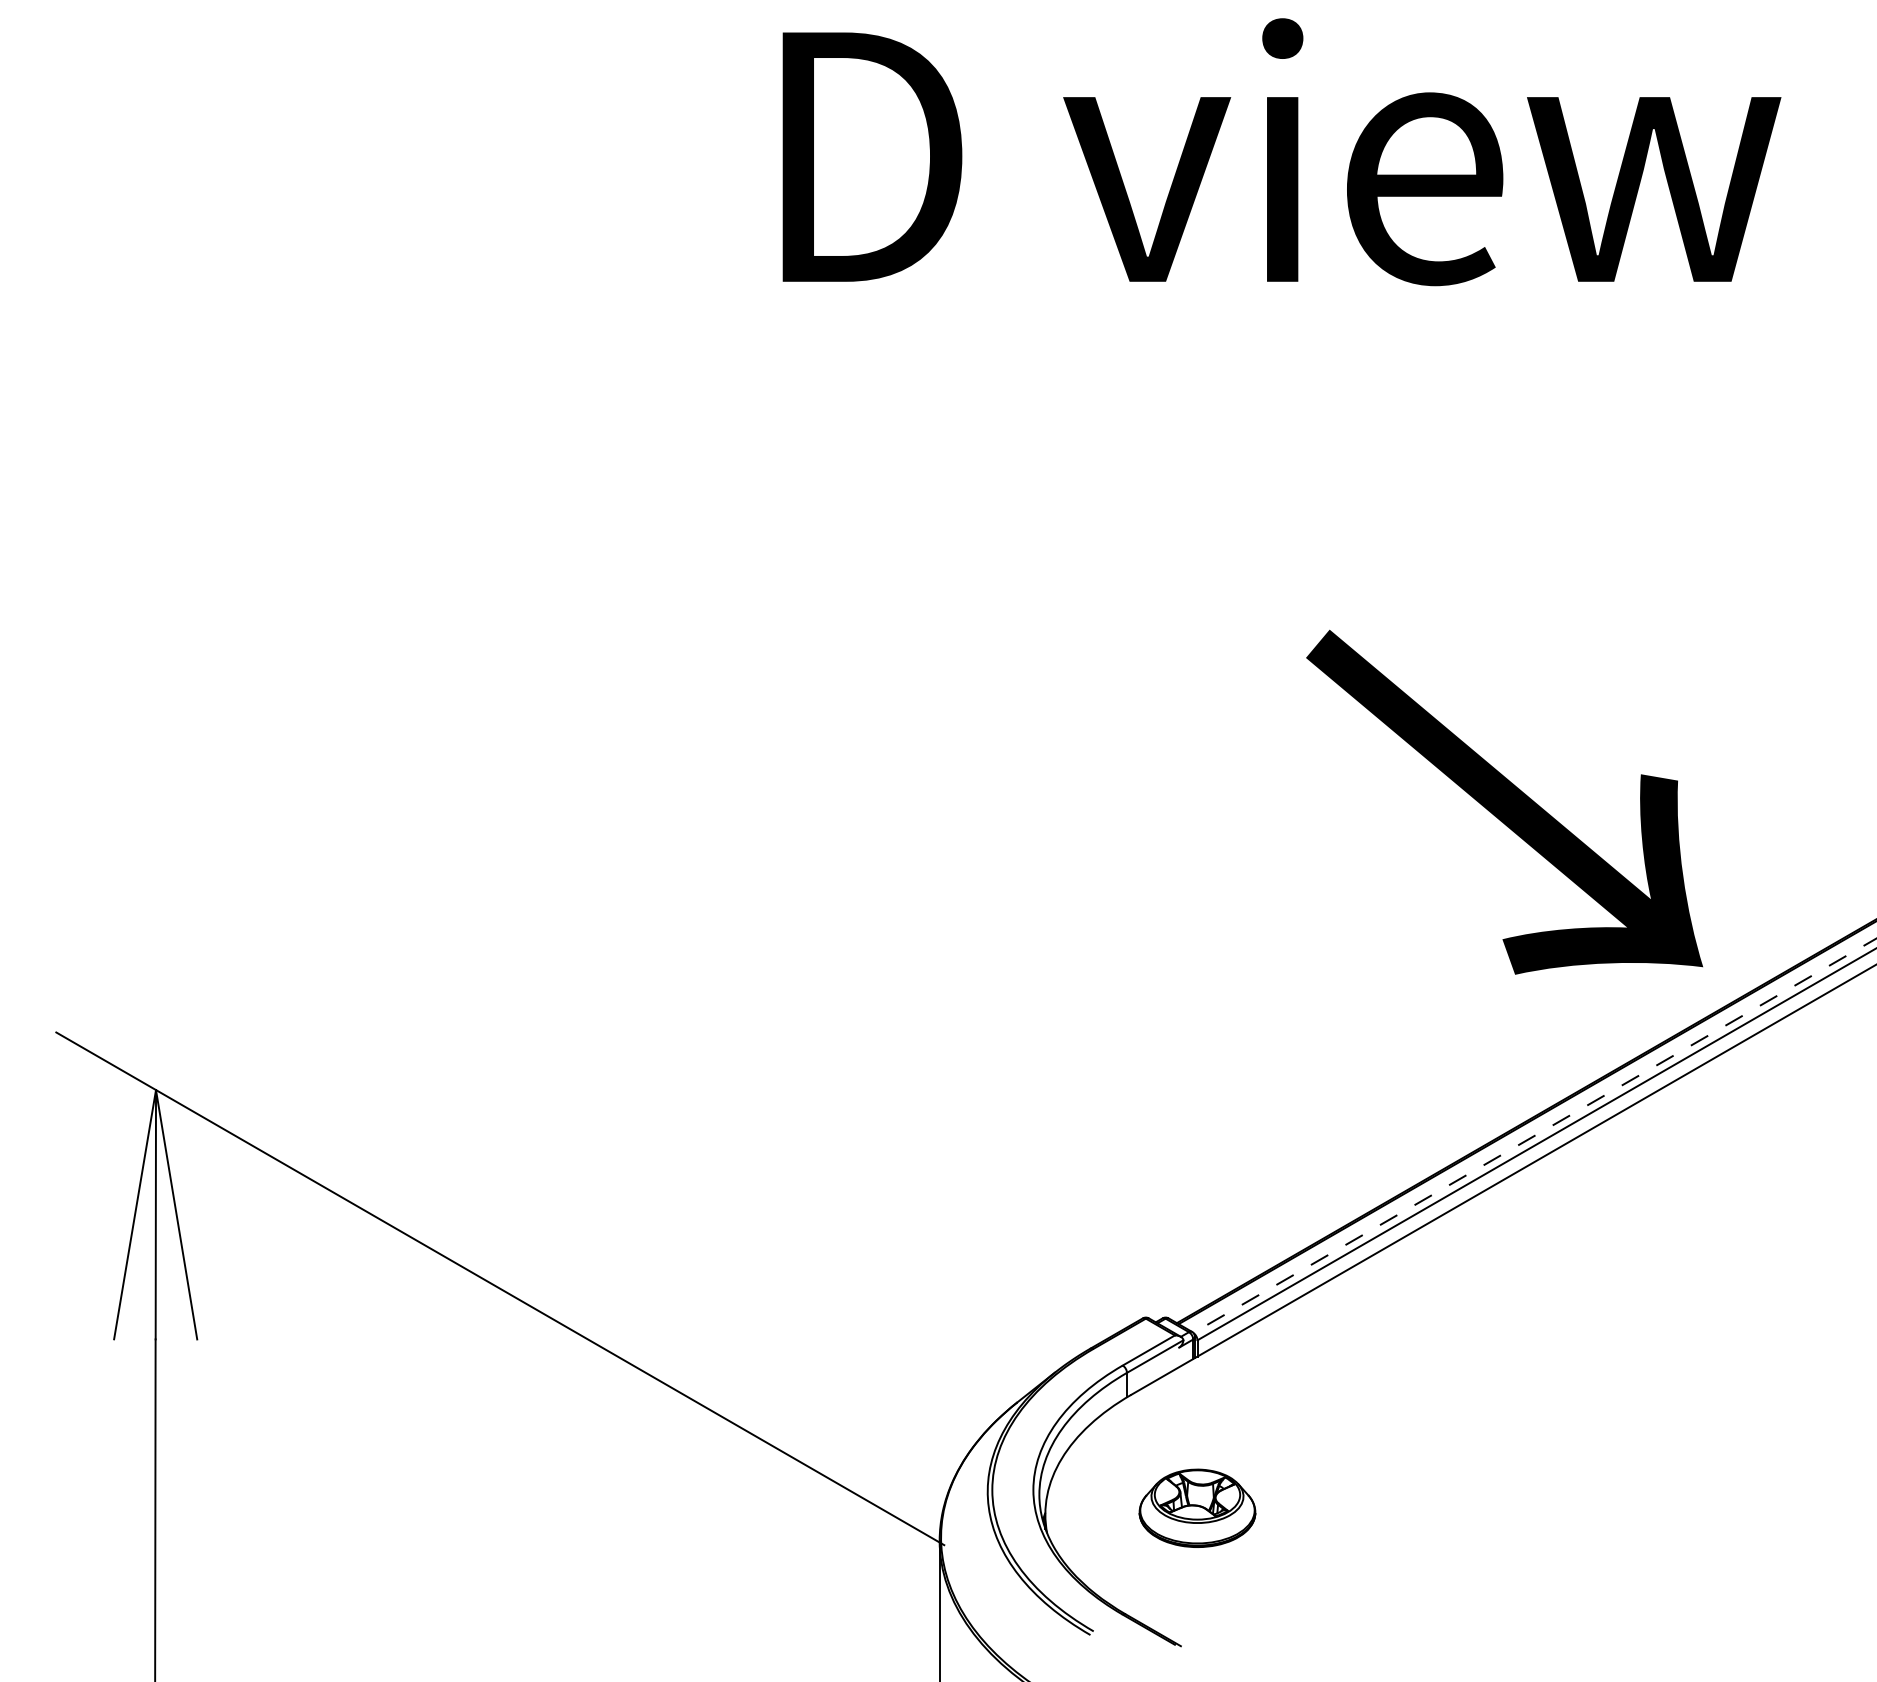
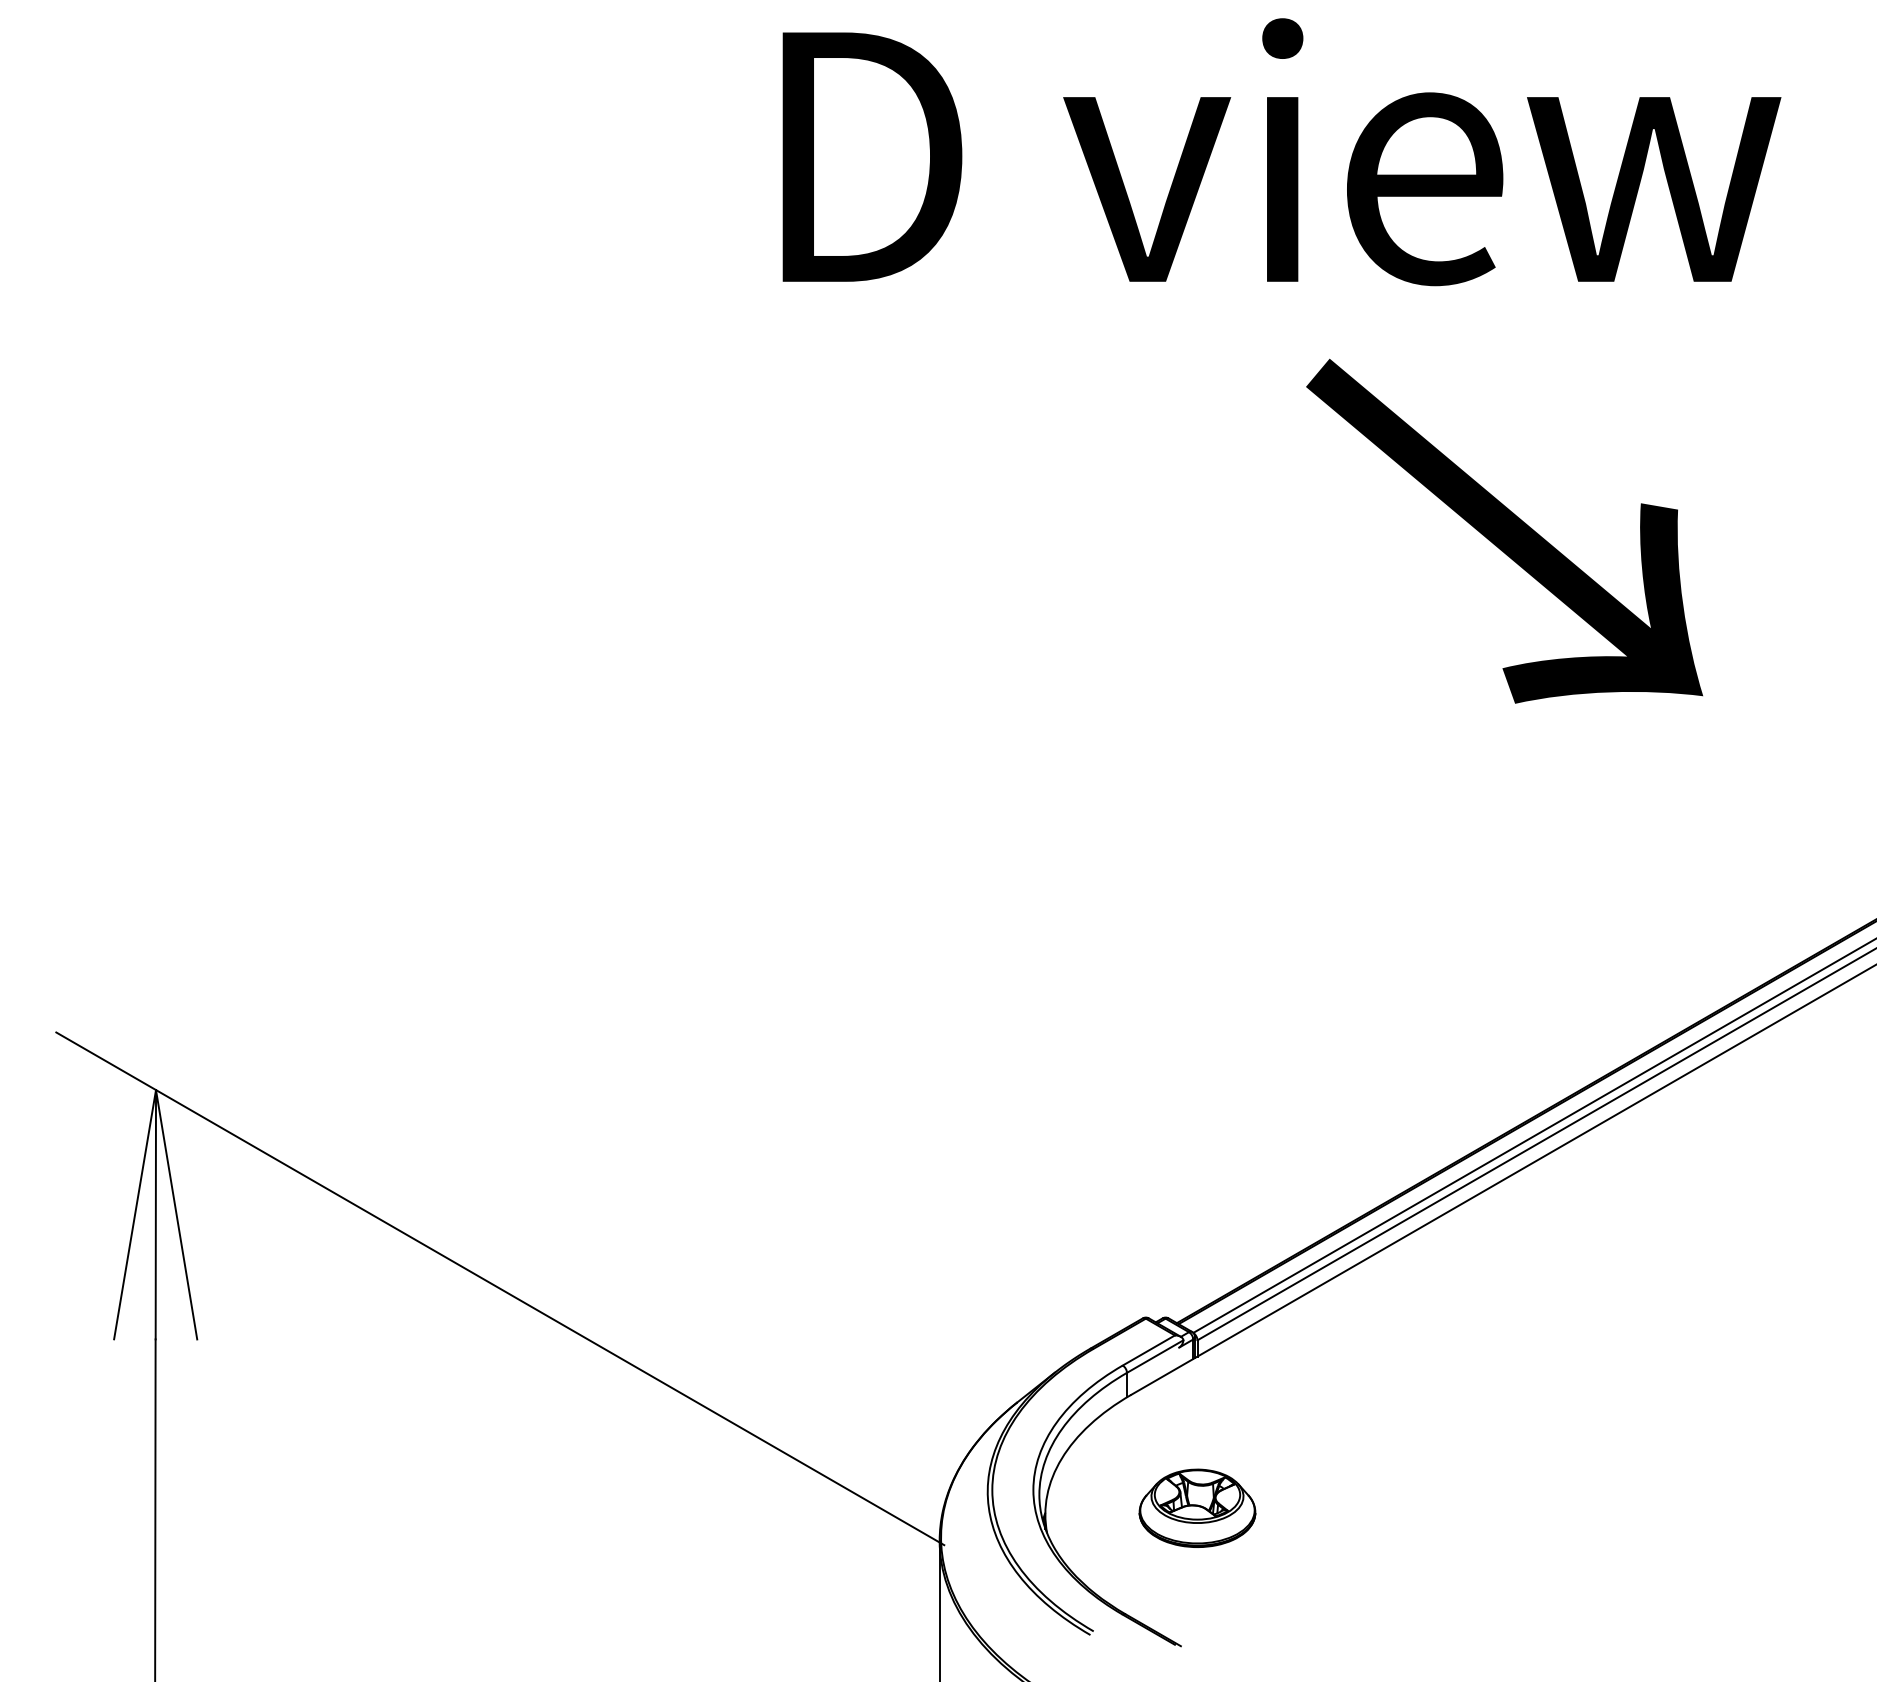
text at (1504, 801) position: (1504, 801) -> (1504, 530)
line at (1534, 1135): dashed -> solid
